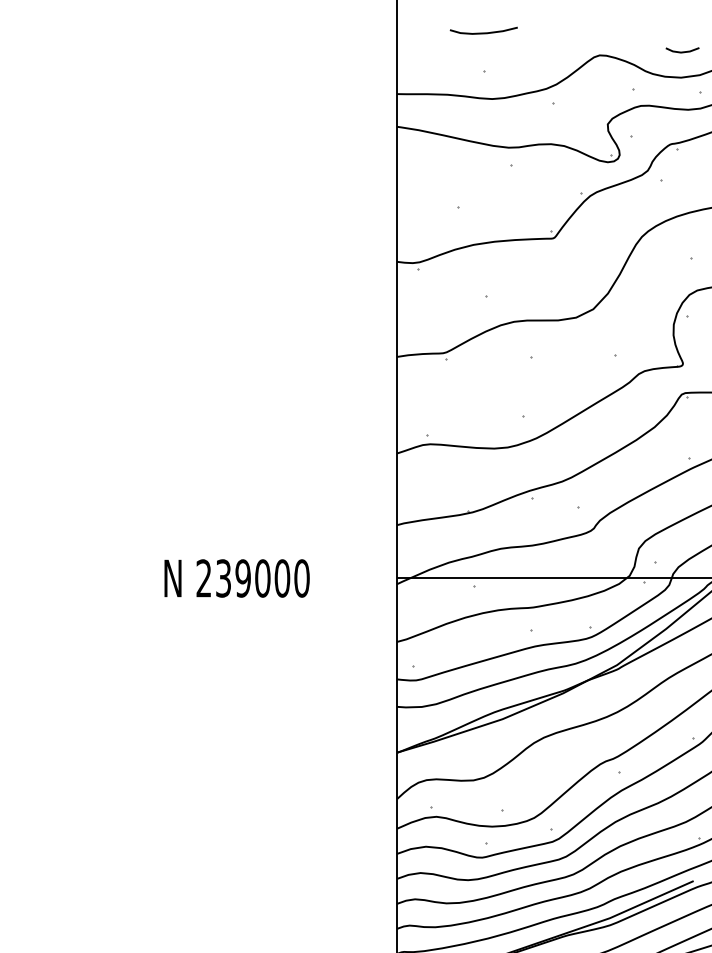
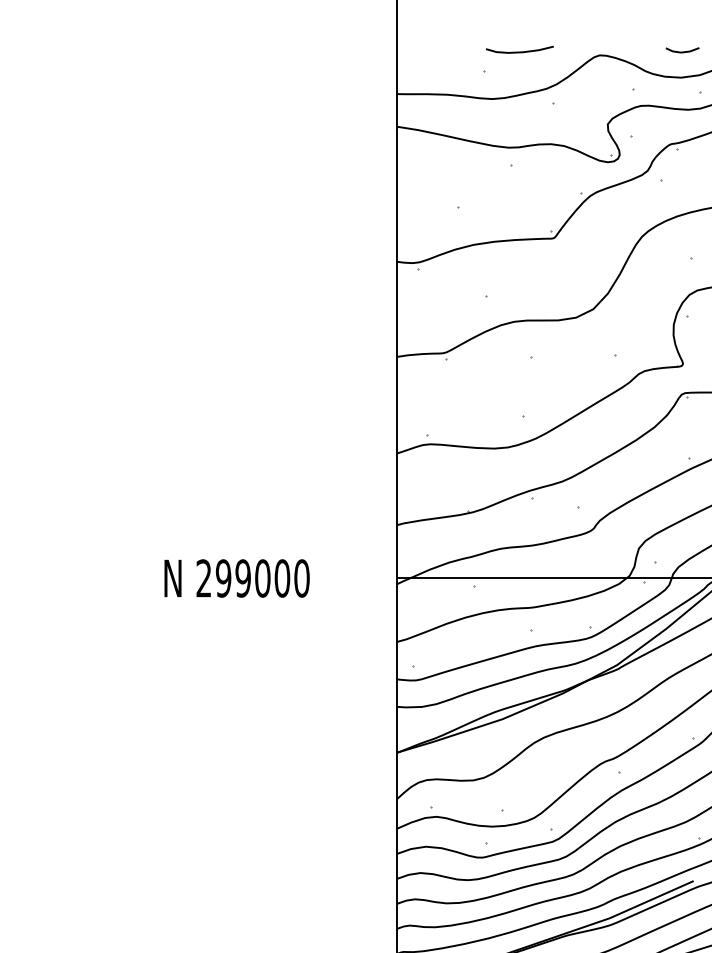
curve at (483, 32) position: (483, 32) -> (519, 51)
text at (223, 578): 239000 -> 299000
